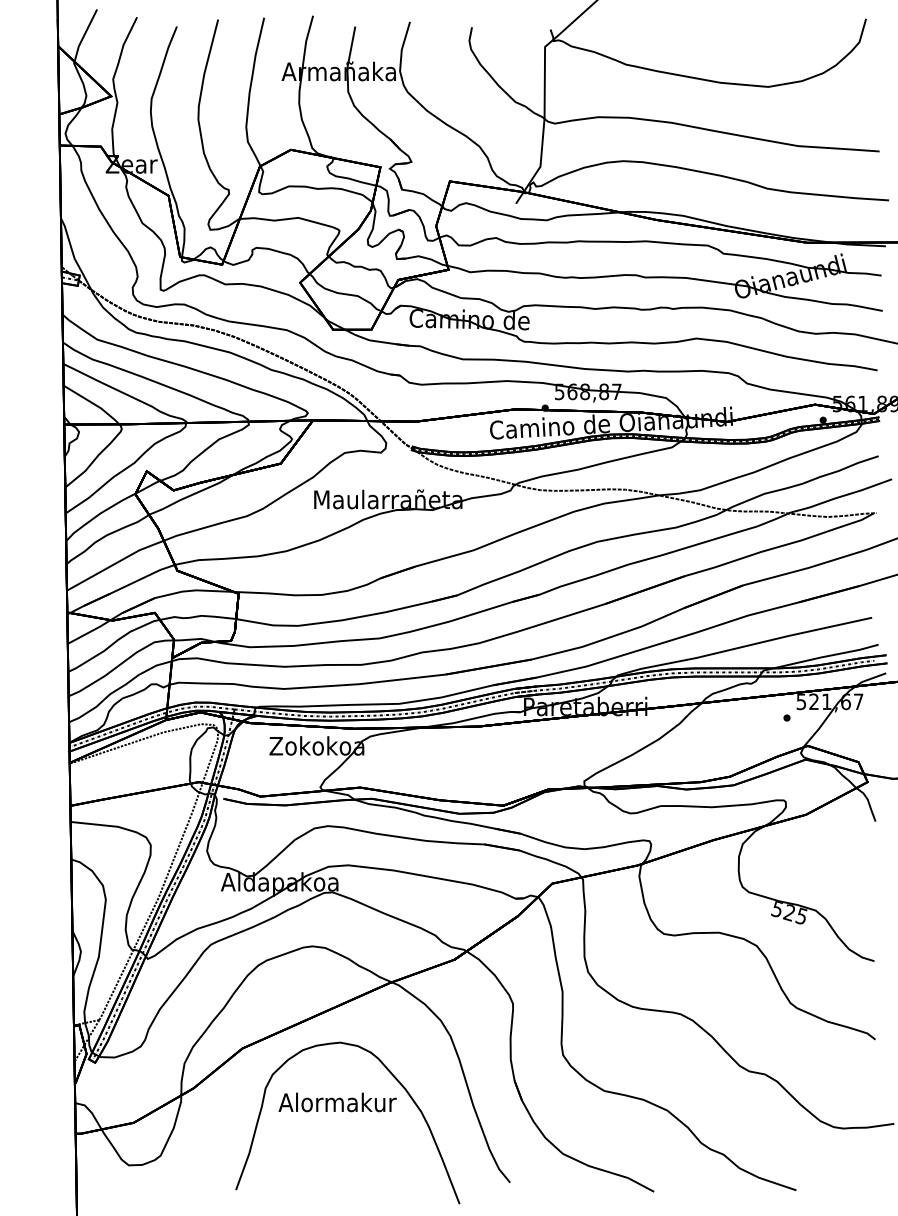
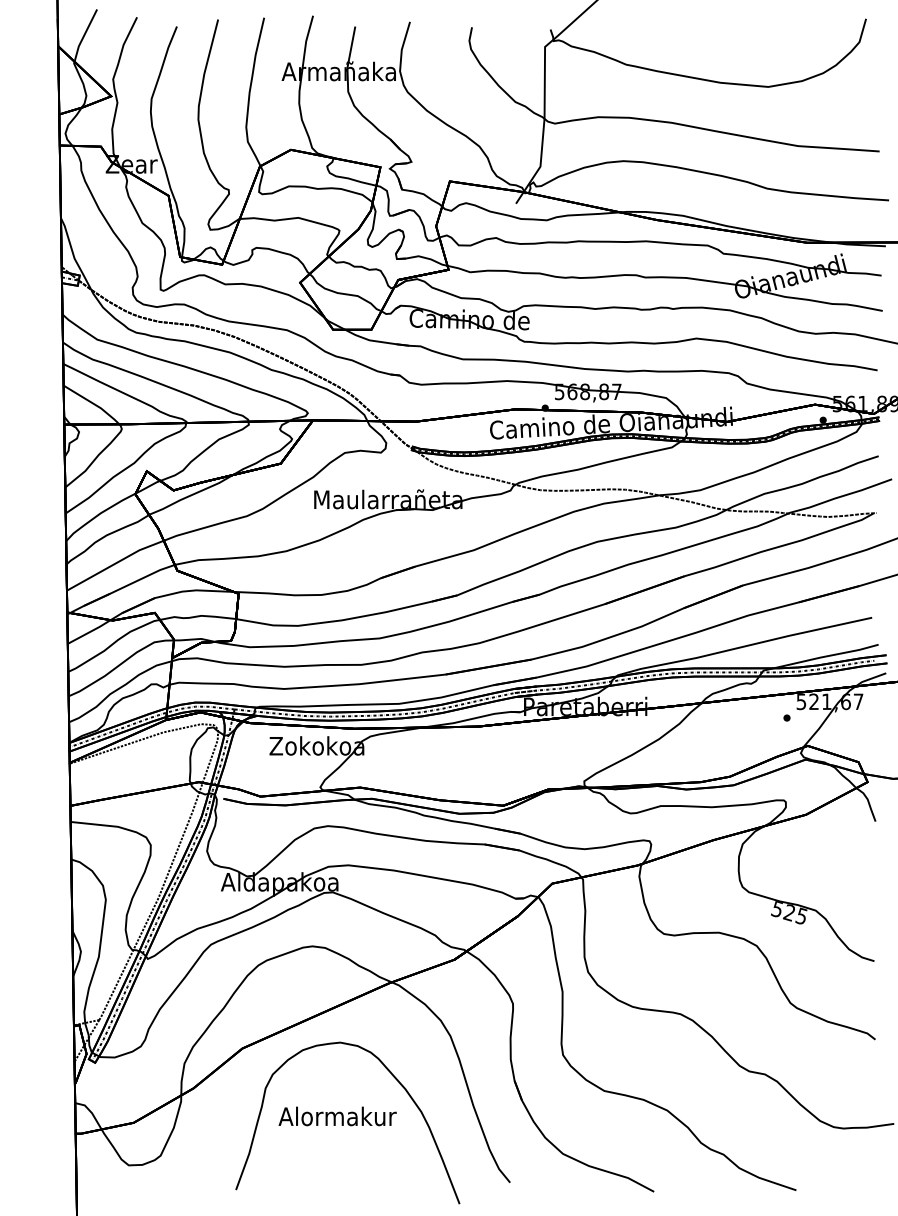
text at (337, 1102) position: (337, 1102) -> (337, 1116)
